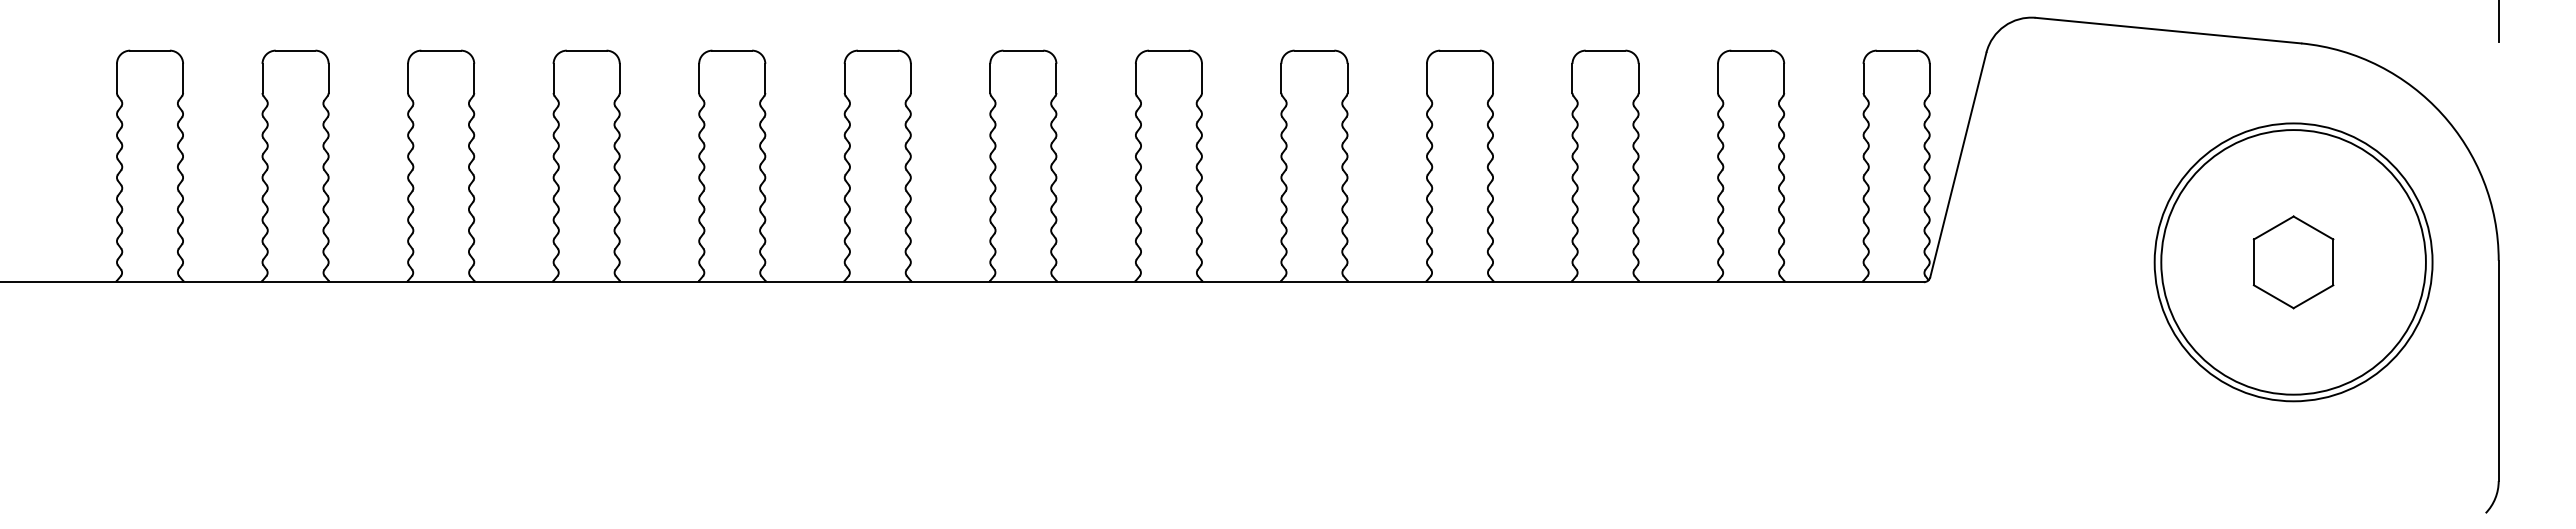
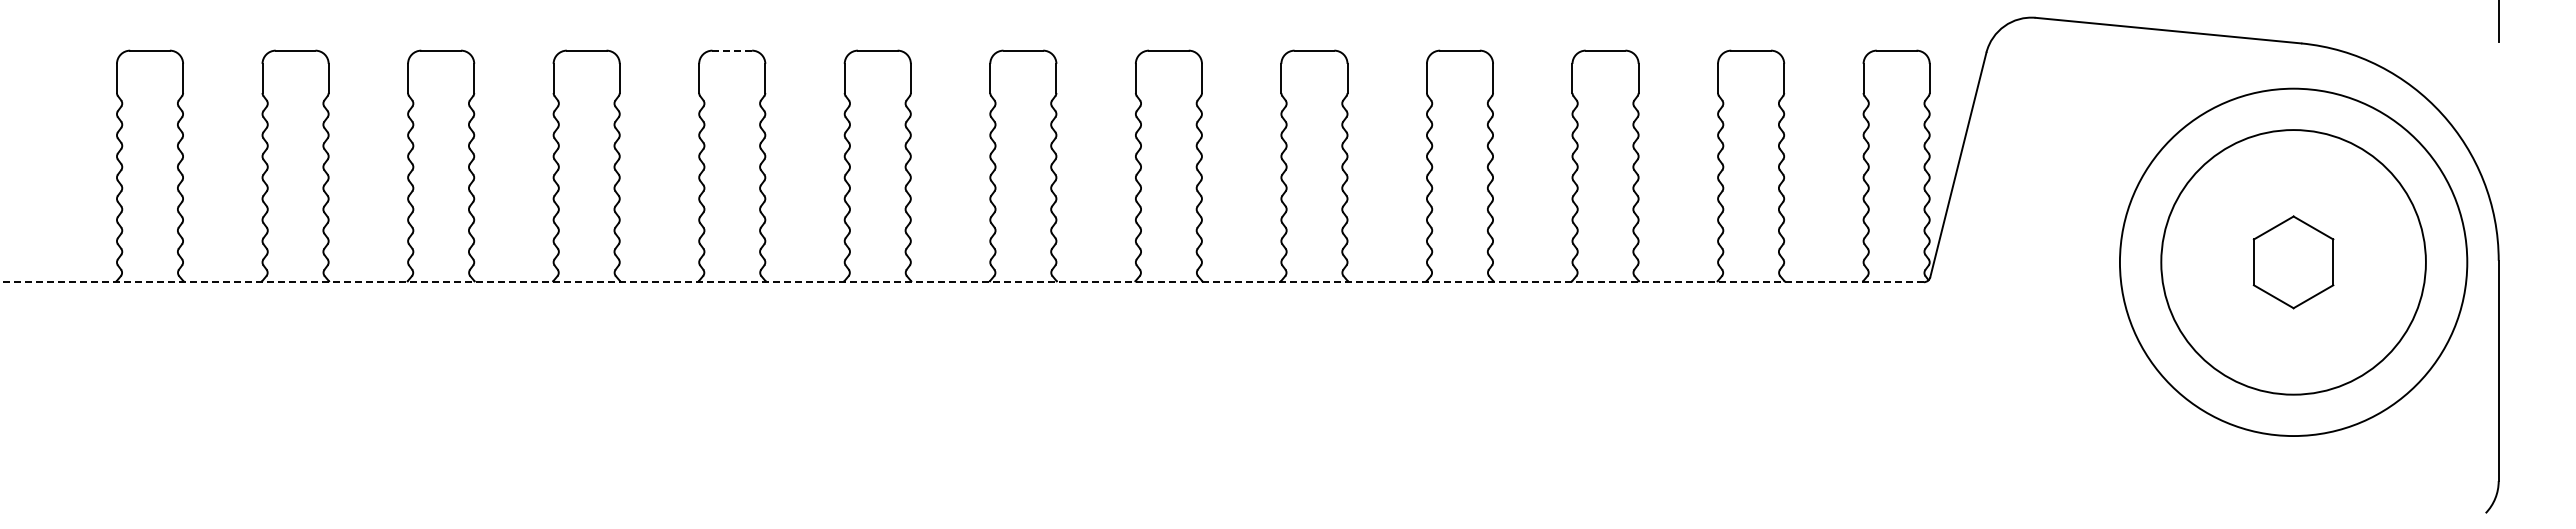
line at (732, 50): solid -> dashed
circle at (2293, 262) diameter: 278 px -> 347 px
line at (962, 282): solid -> dashed
